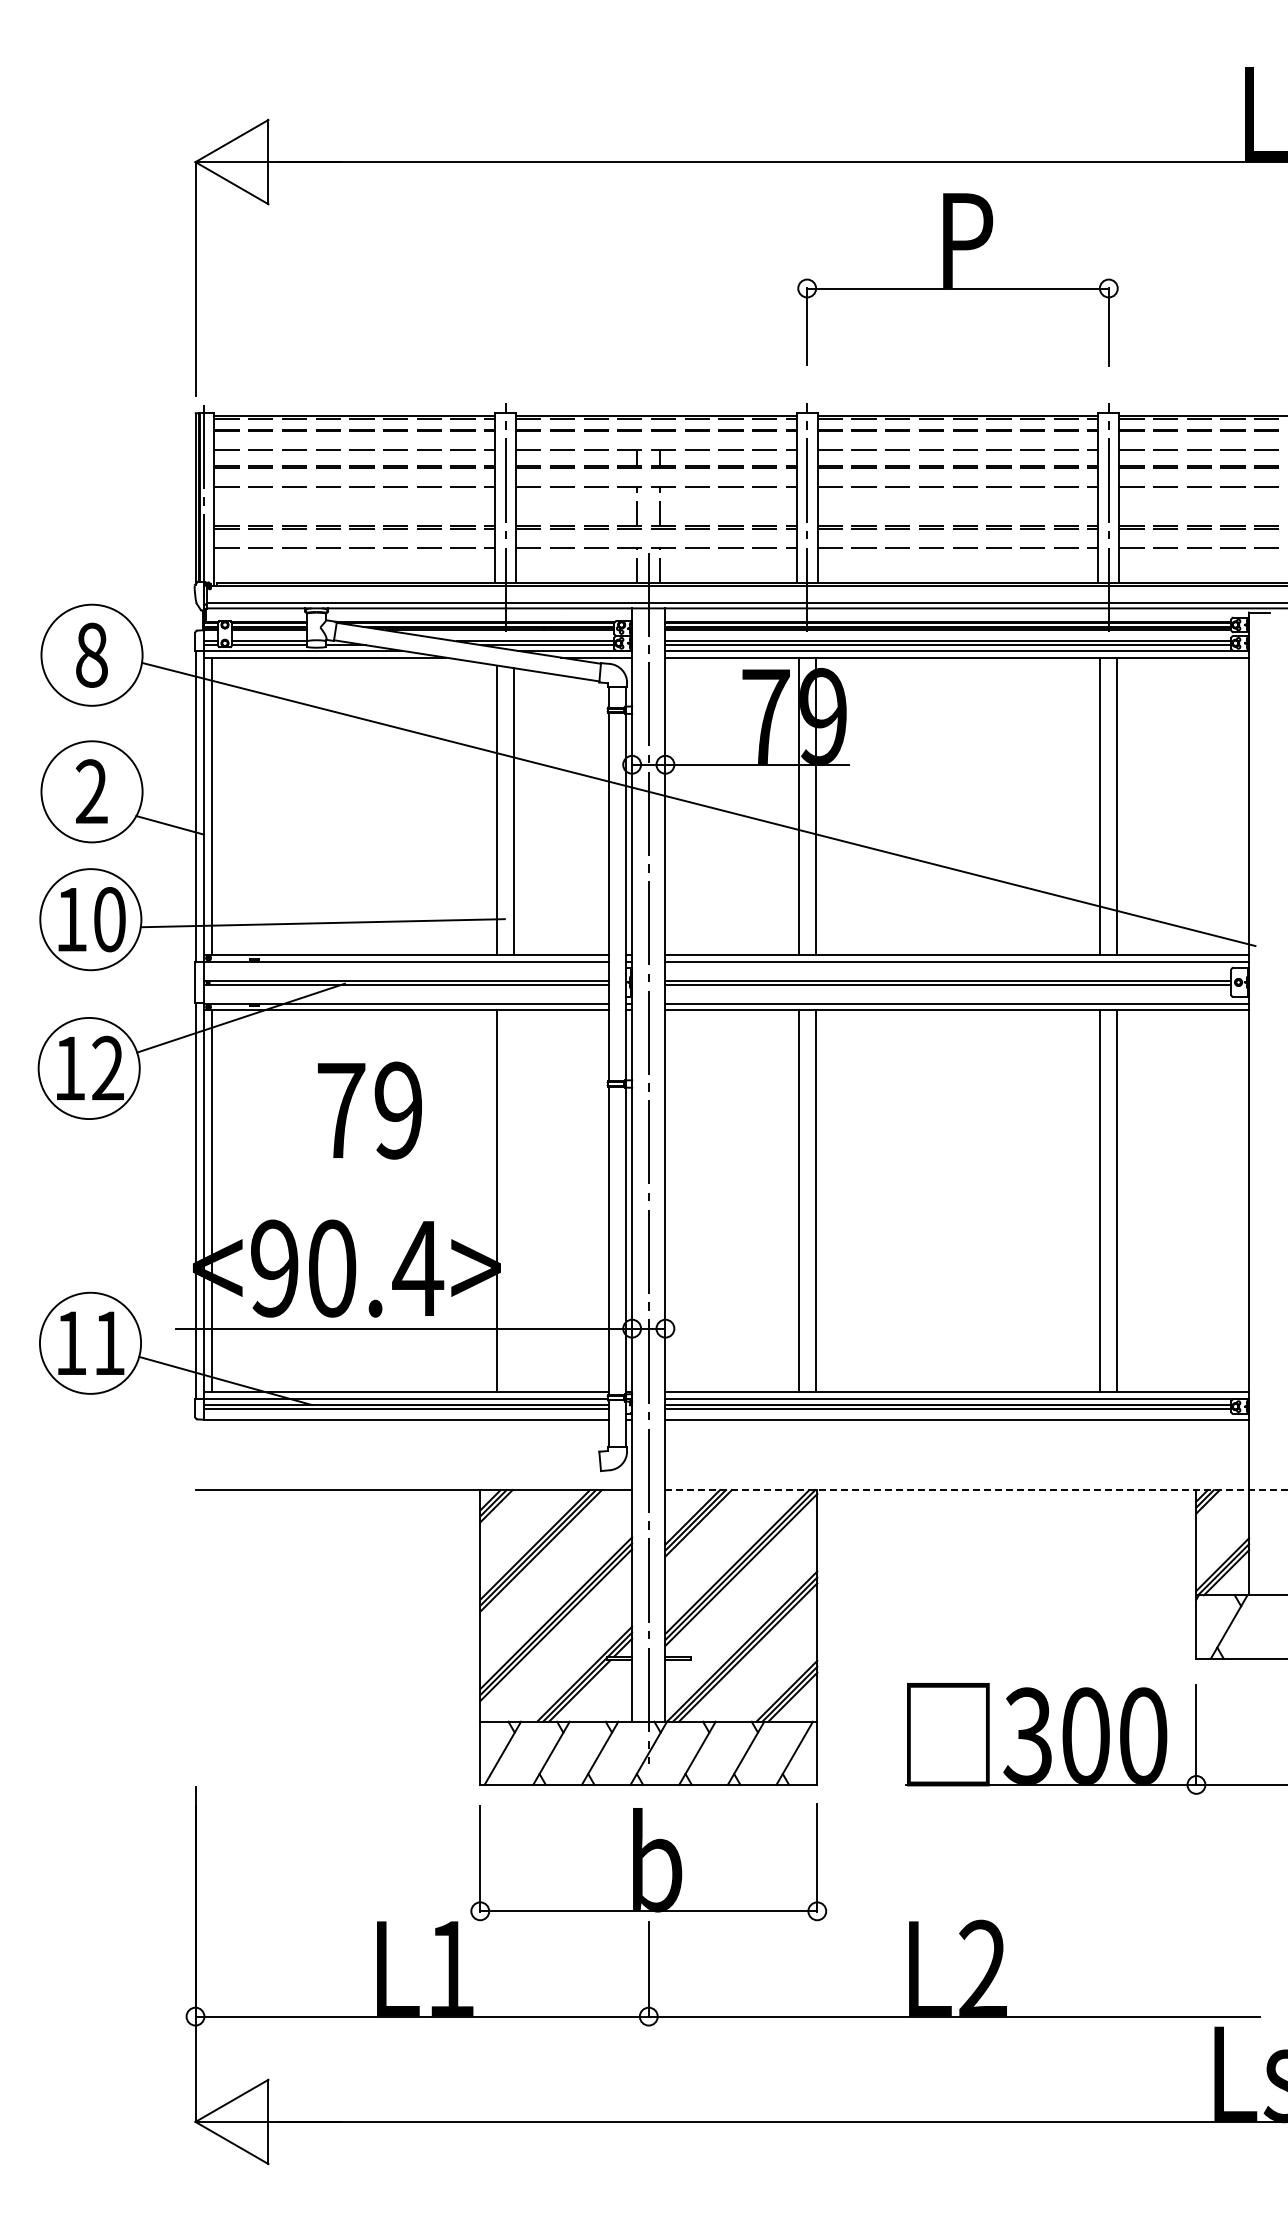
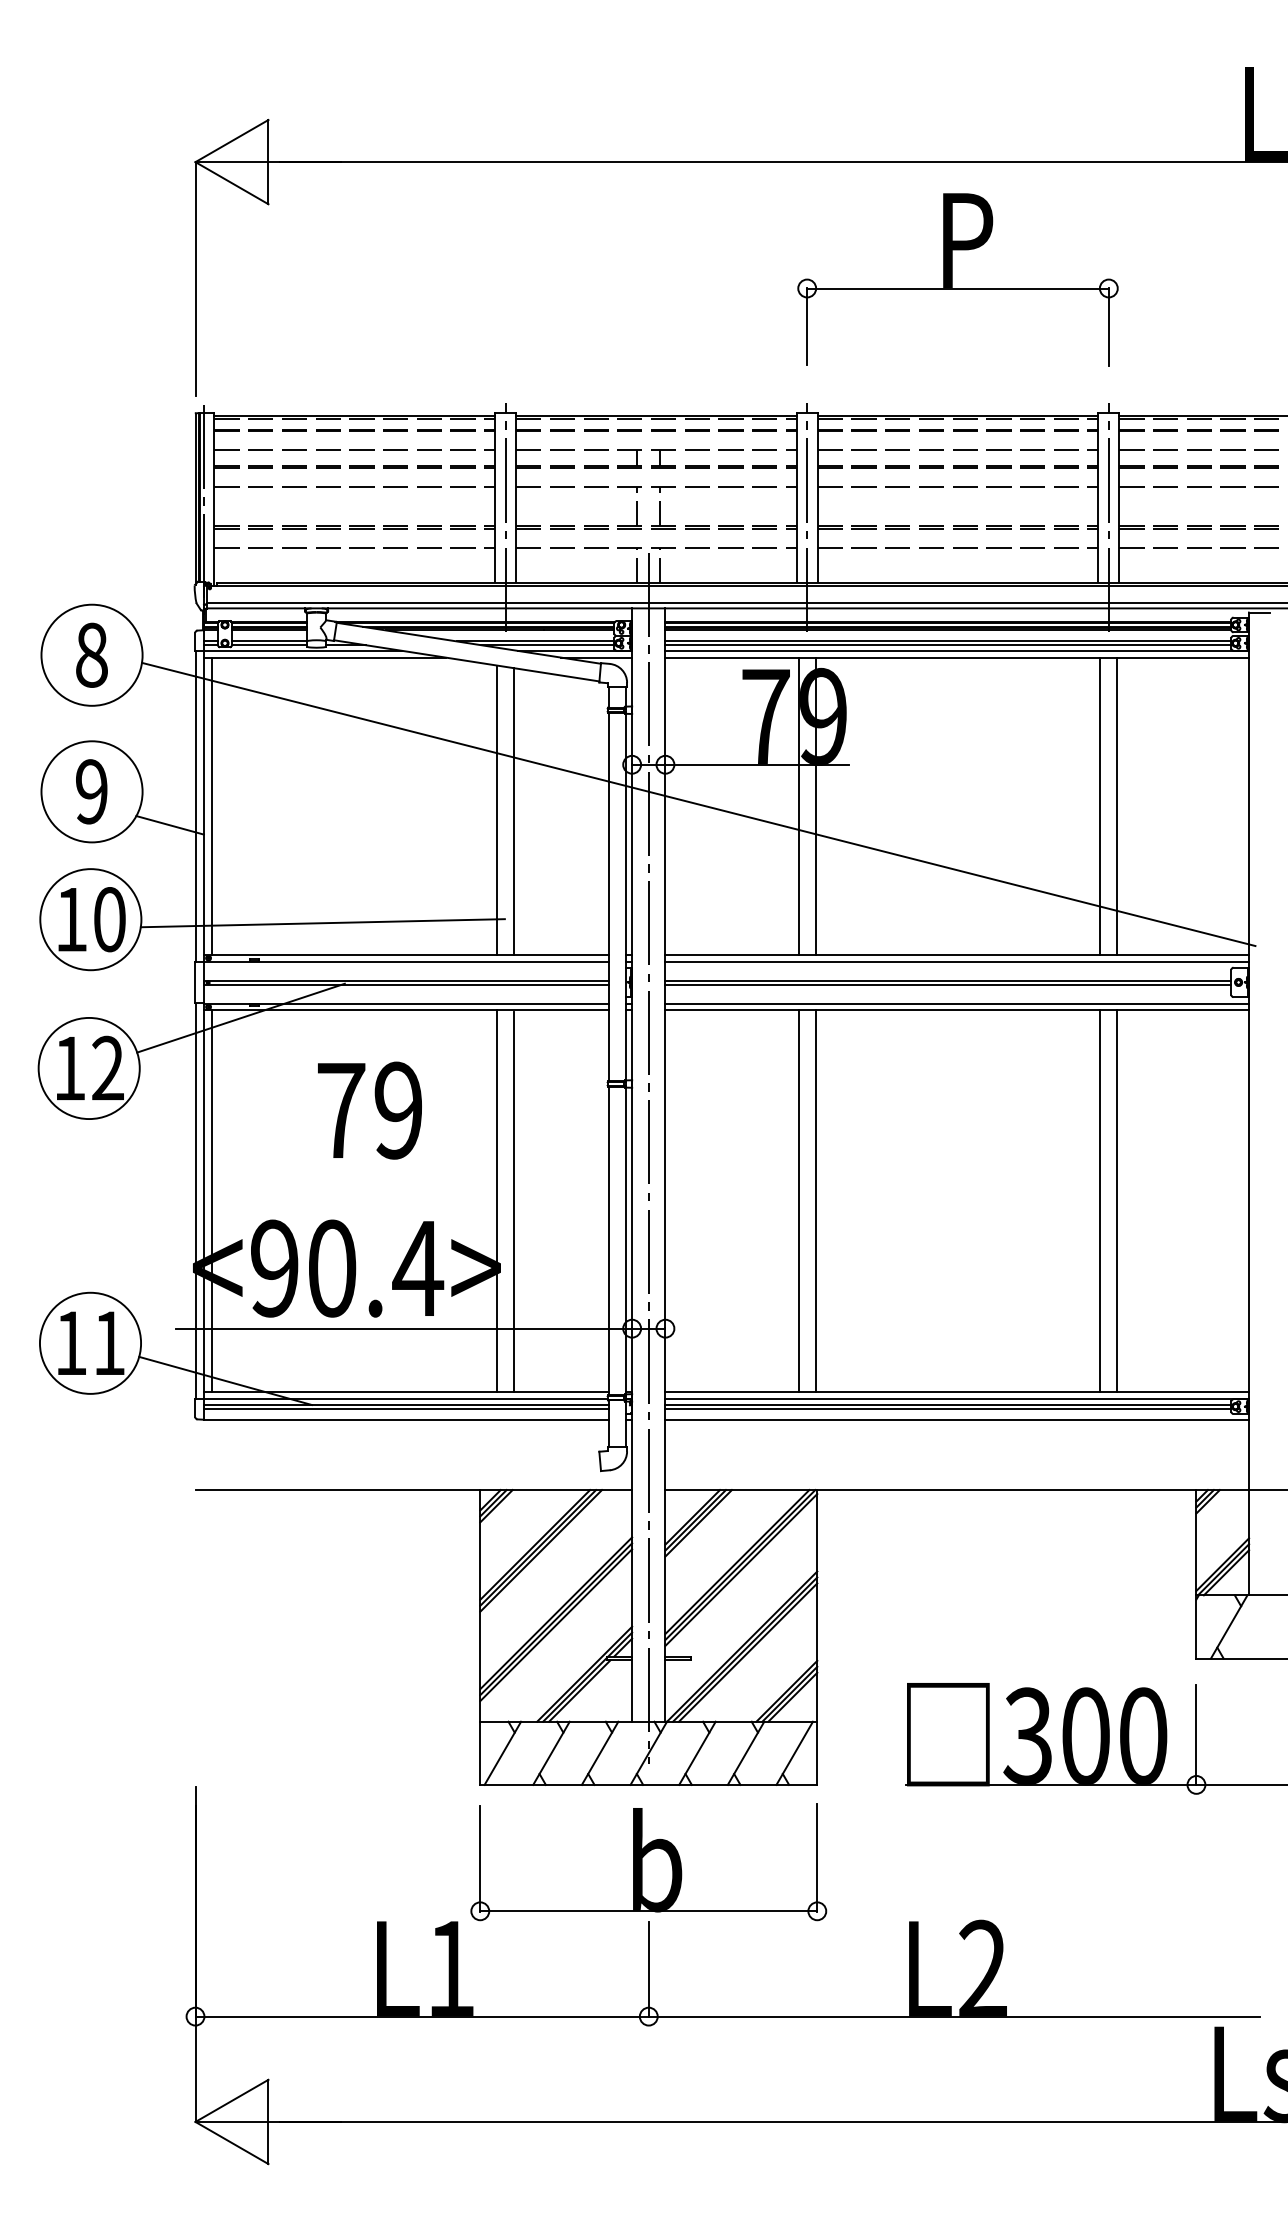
text at (91, 791): 2 -> 9
line at (513, 1201): none -> present
line at (976, 1490): dashed -> solid
